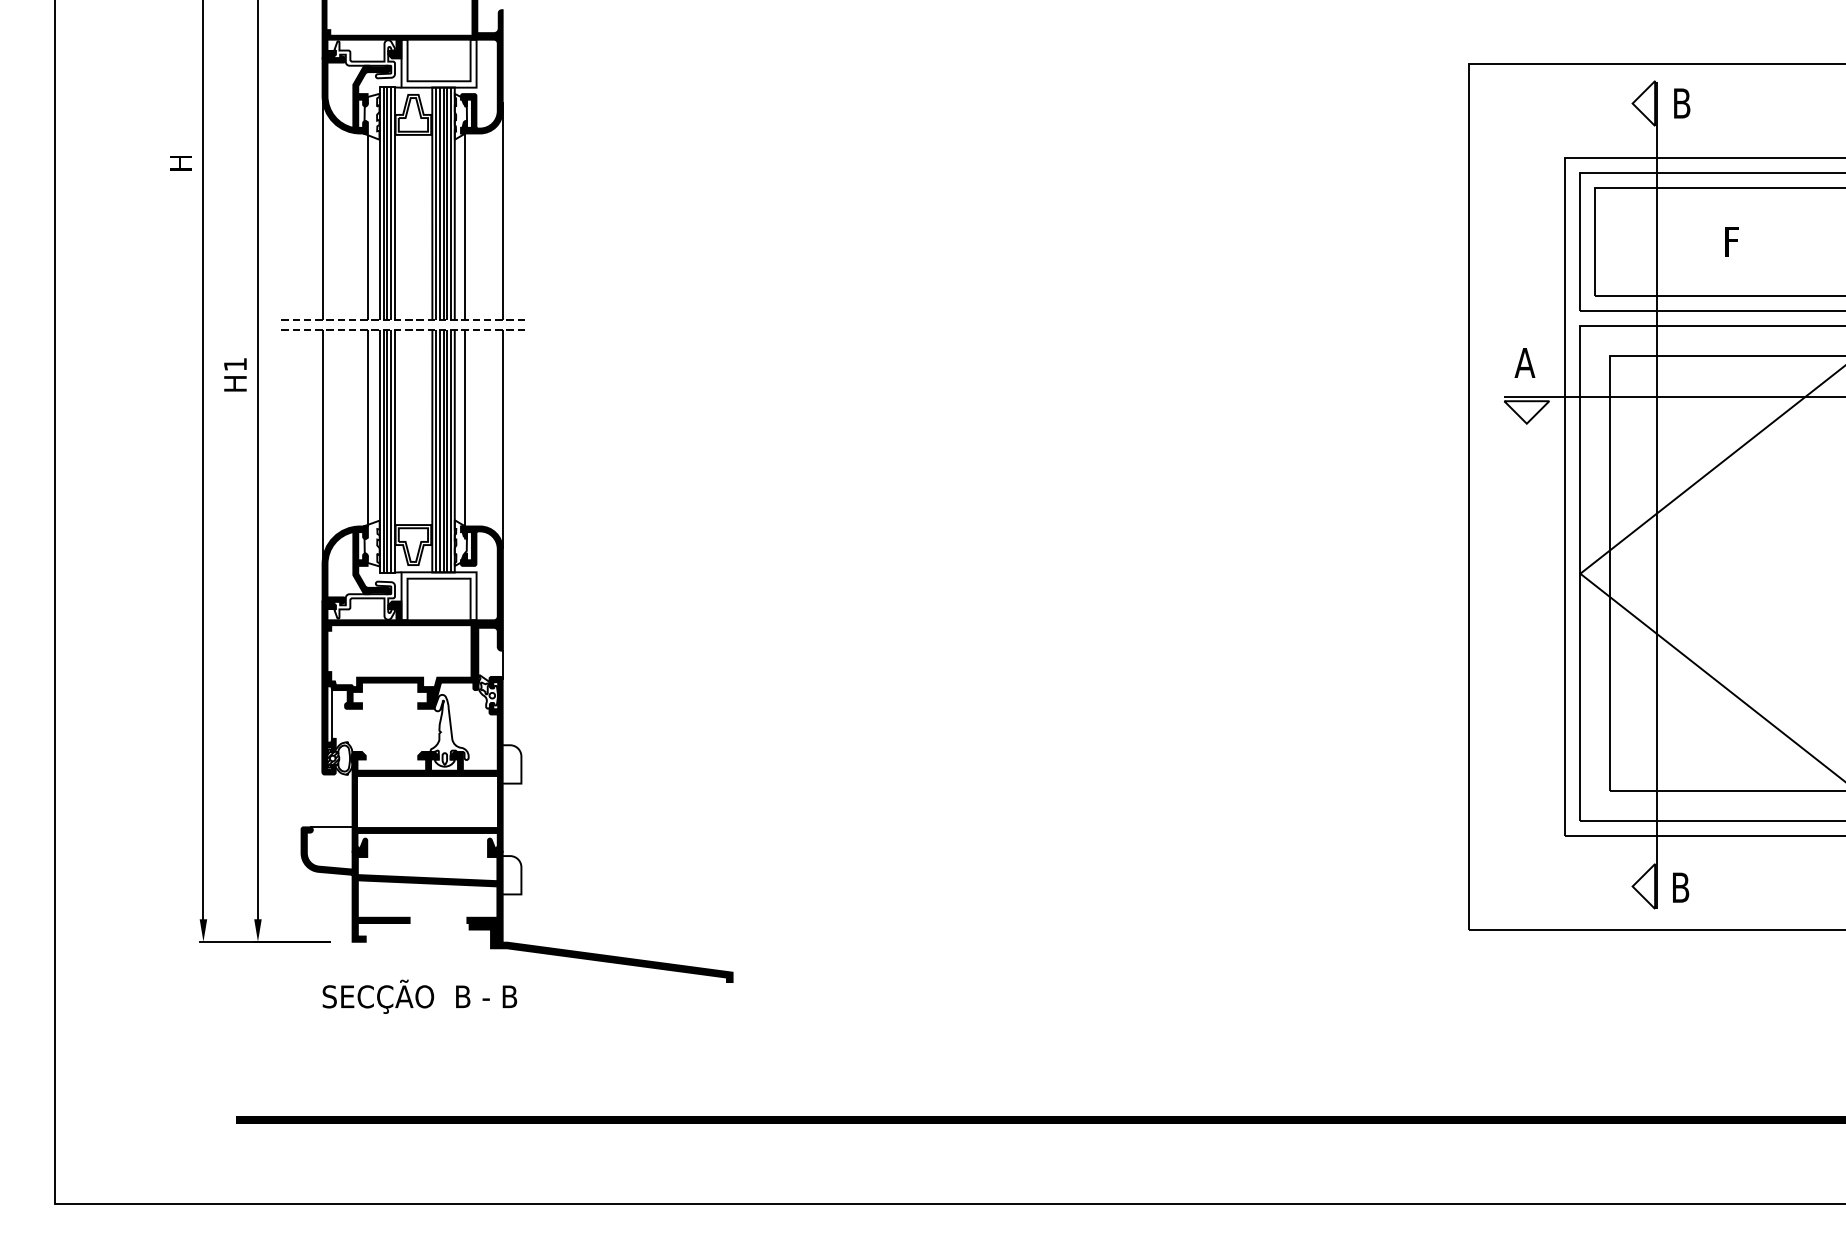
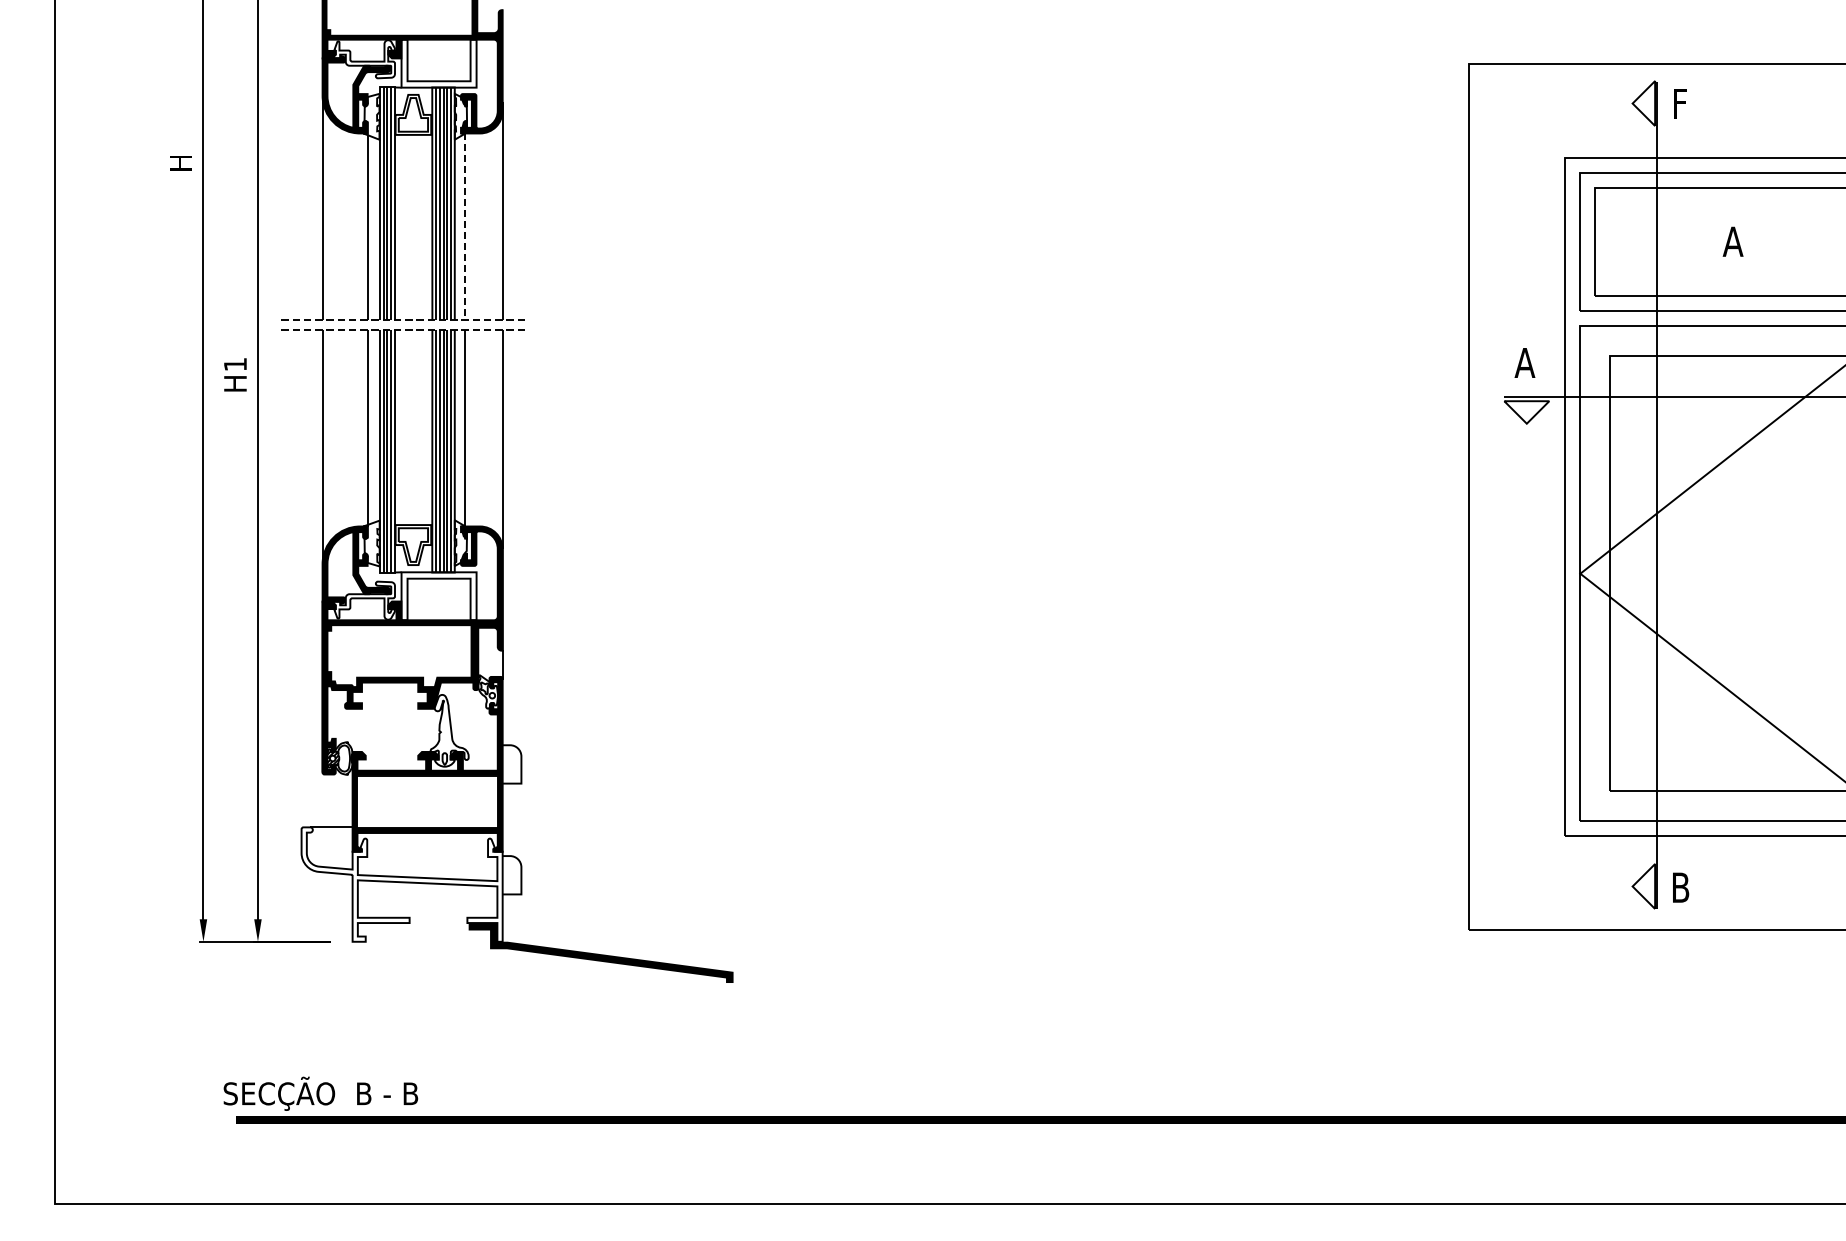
text at (1682, 103): B -> F
line at (465, 227): solid -> dashed
text at (1732, 241): F -> A
line at (332, 714): present -> none
fill at (401, 884): present -> none
text at (419, 996) position: (419, 996) -> (320, 1093)
